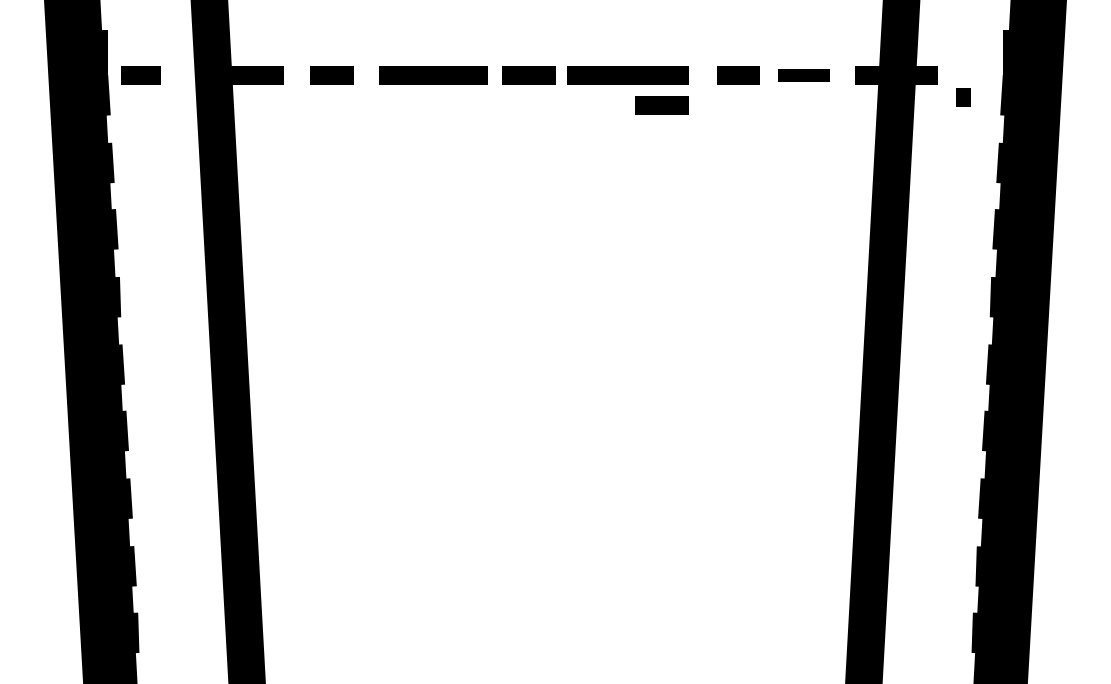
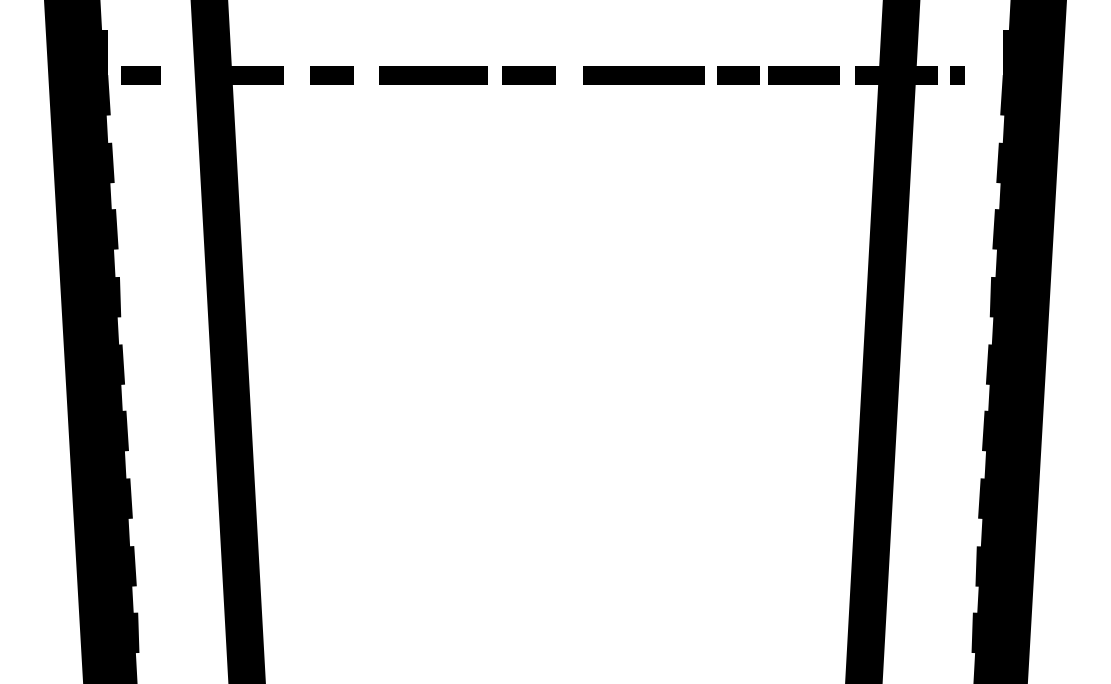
part at (627, 75) position: (627, 75) -> (643, 75)
part at (803, 75) size: 52x13 px -> 72x19 px
line at (963, 97) position: (963, 97) -> (957, 75)
part at (661, 105): present -> none
